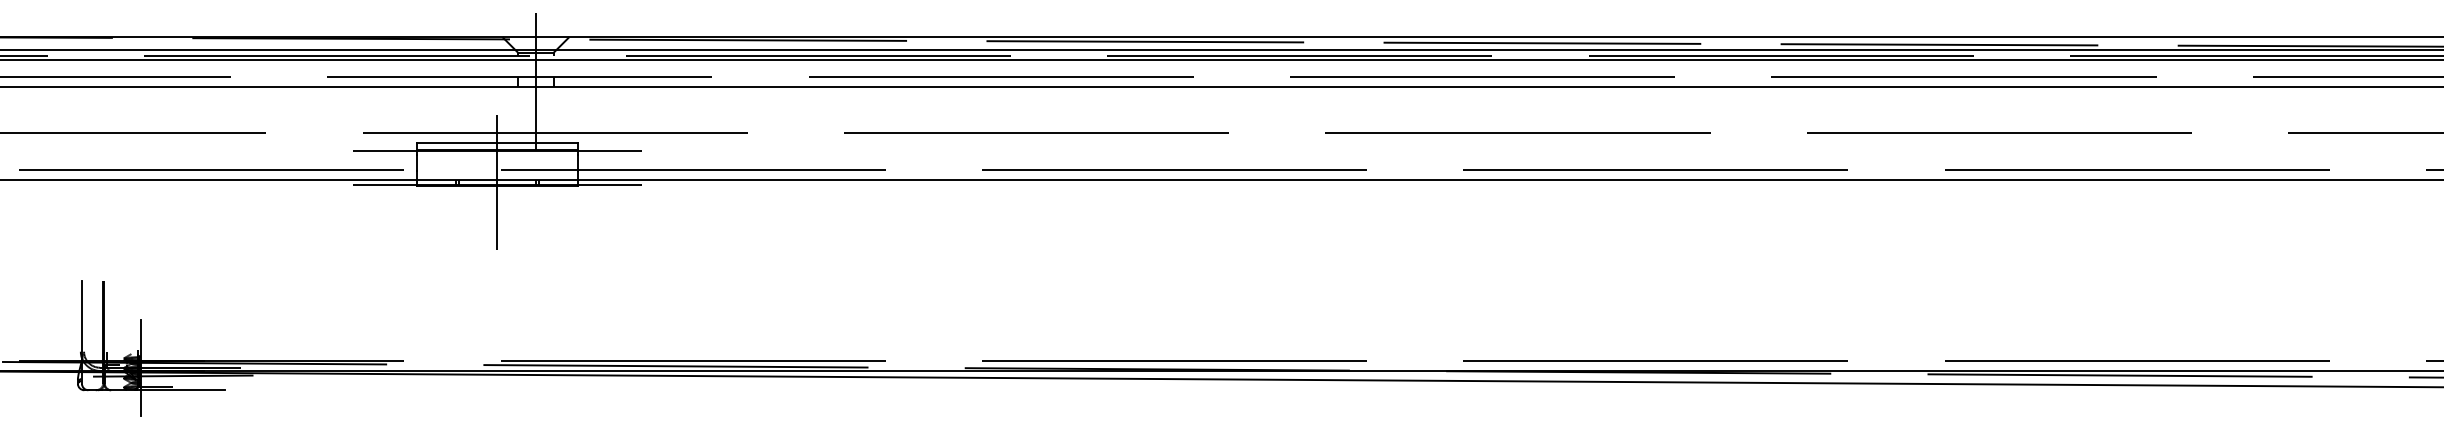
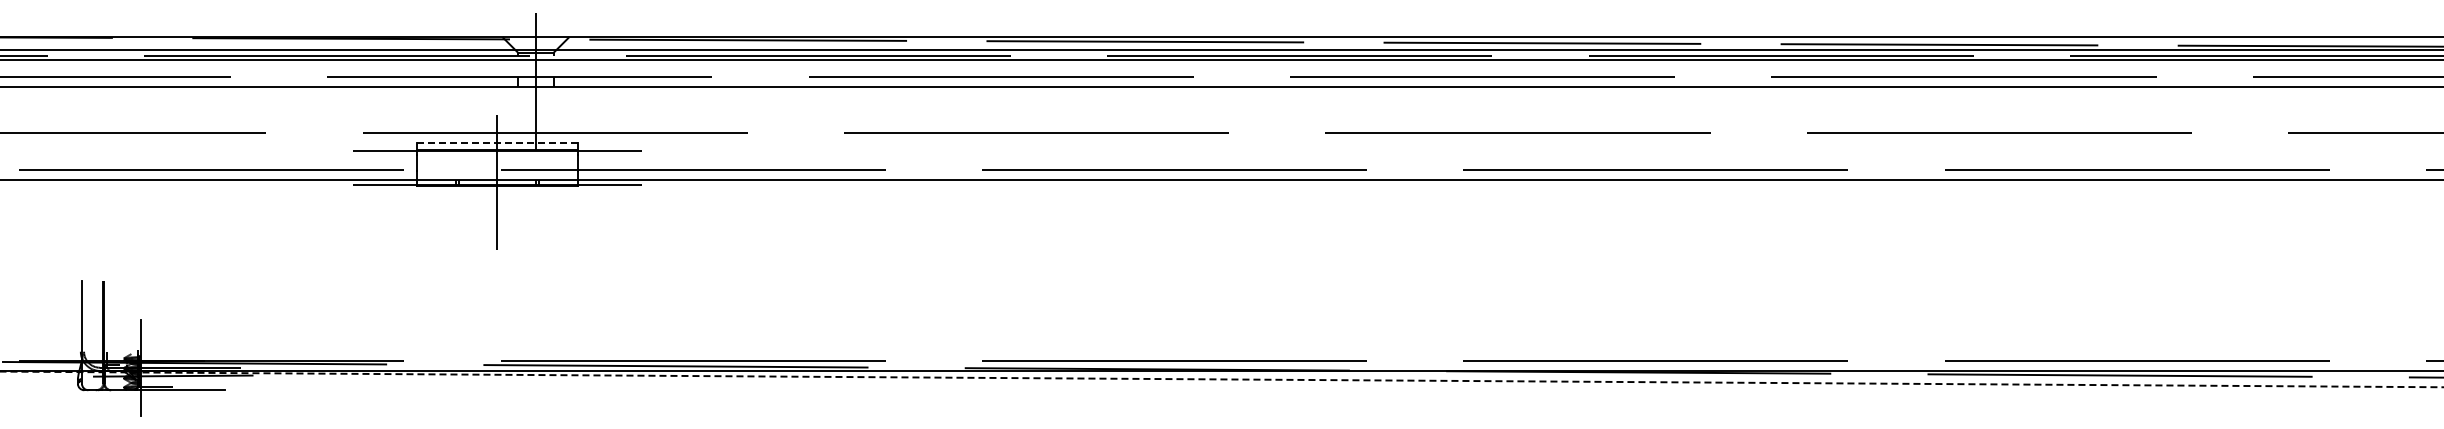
line at (497, 143): solid -> dashed
line at (1222, 379): solid -> dashed
